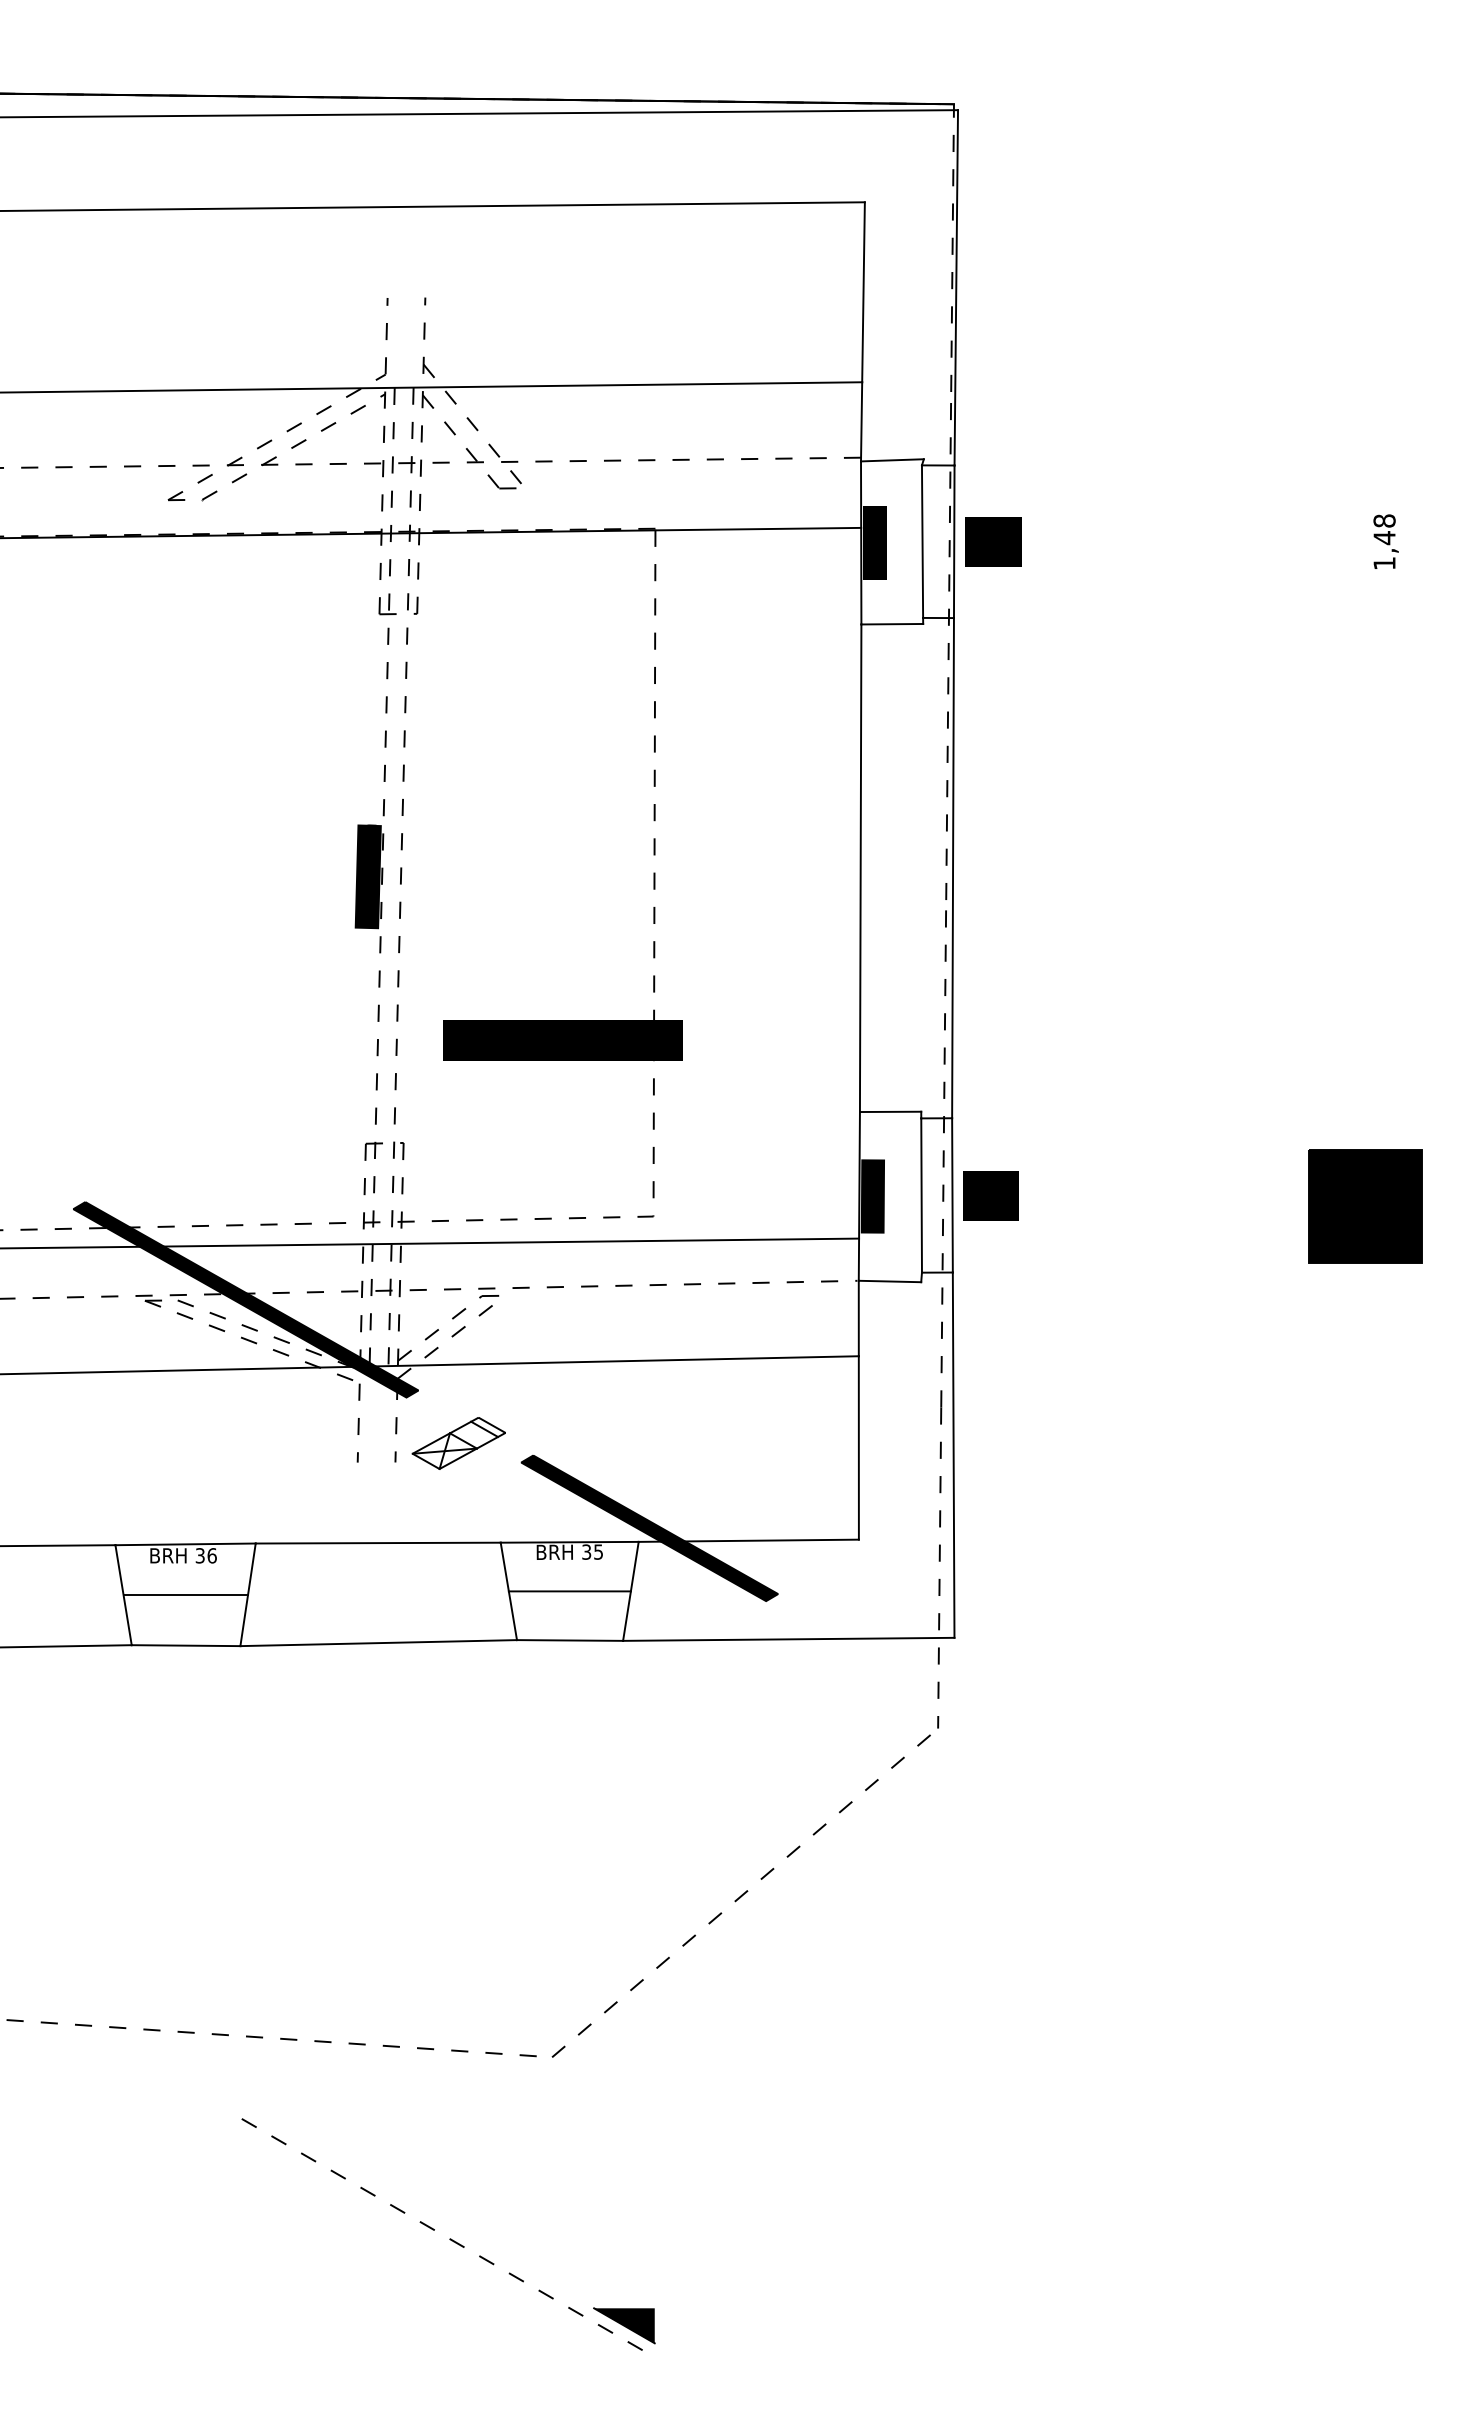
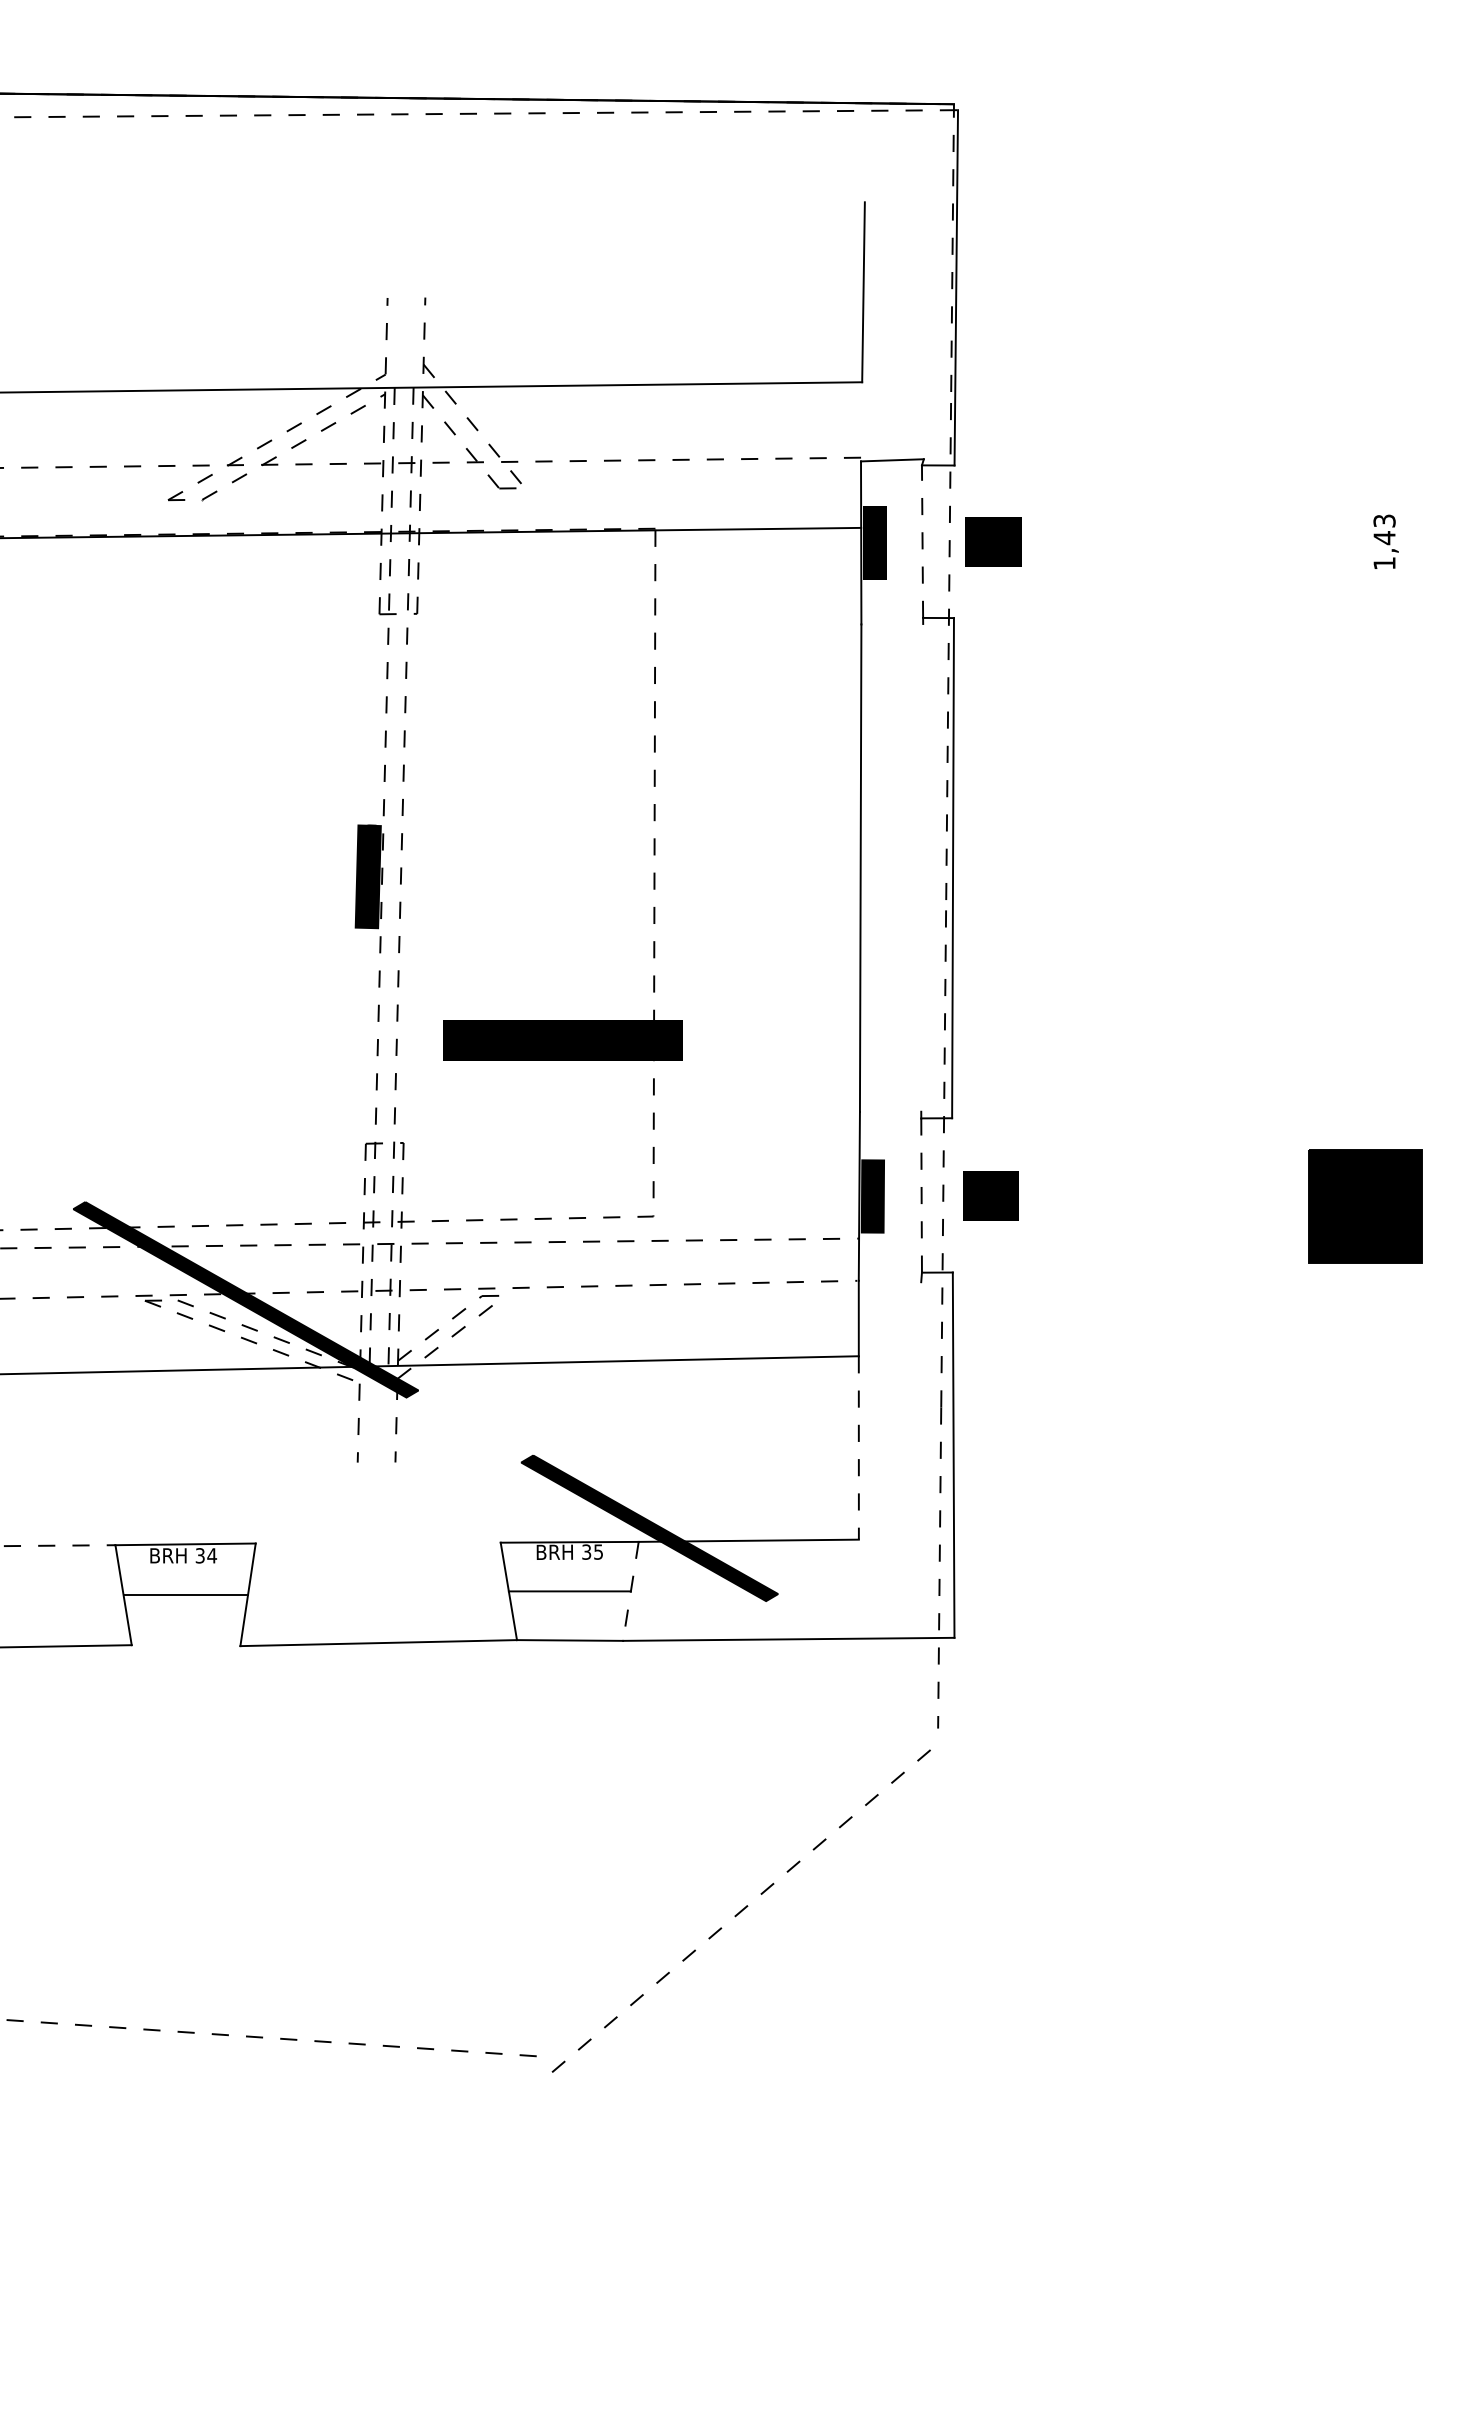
line at (479, 113): solid -> dashed
line at (433, 206): present -> none
line at (861, 421): present -> none
text at (1384, 520): 1,48 -> 1,43
line at (922, 541): solid -> dashed
line at (953, 541): present -> none
line at (892, 623): present -> none
line at (890, 1111): present -> none
line at (921, 1195): solid -> dashed
line at (952, 1195): present -> none
line at (430, 1243): solid -> dashed
line at (889, 1281): present -> none
part at (458, 1443): present -> none
line at (858, 1447): solid -> dashed
line at (377, 1542): present -> none
line at (58, 1545): solid -> dashed
text at (212, 1555): 36 -> 34
line at (630, 1591): solid -> dashed
line at (185, 1645): present -> none
line at (740, 1895) position: (740, 1895) -> (740, 1910)
part at (448, 2234): present -> none
